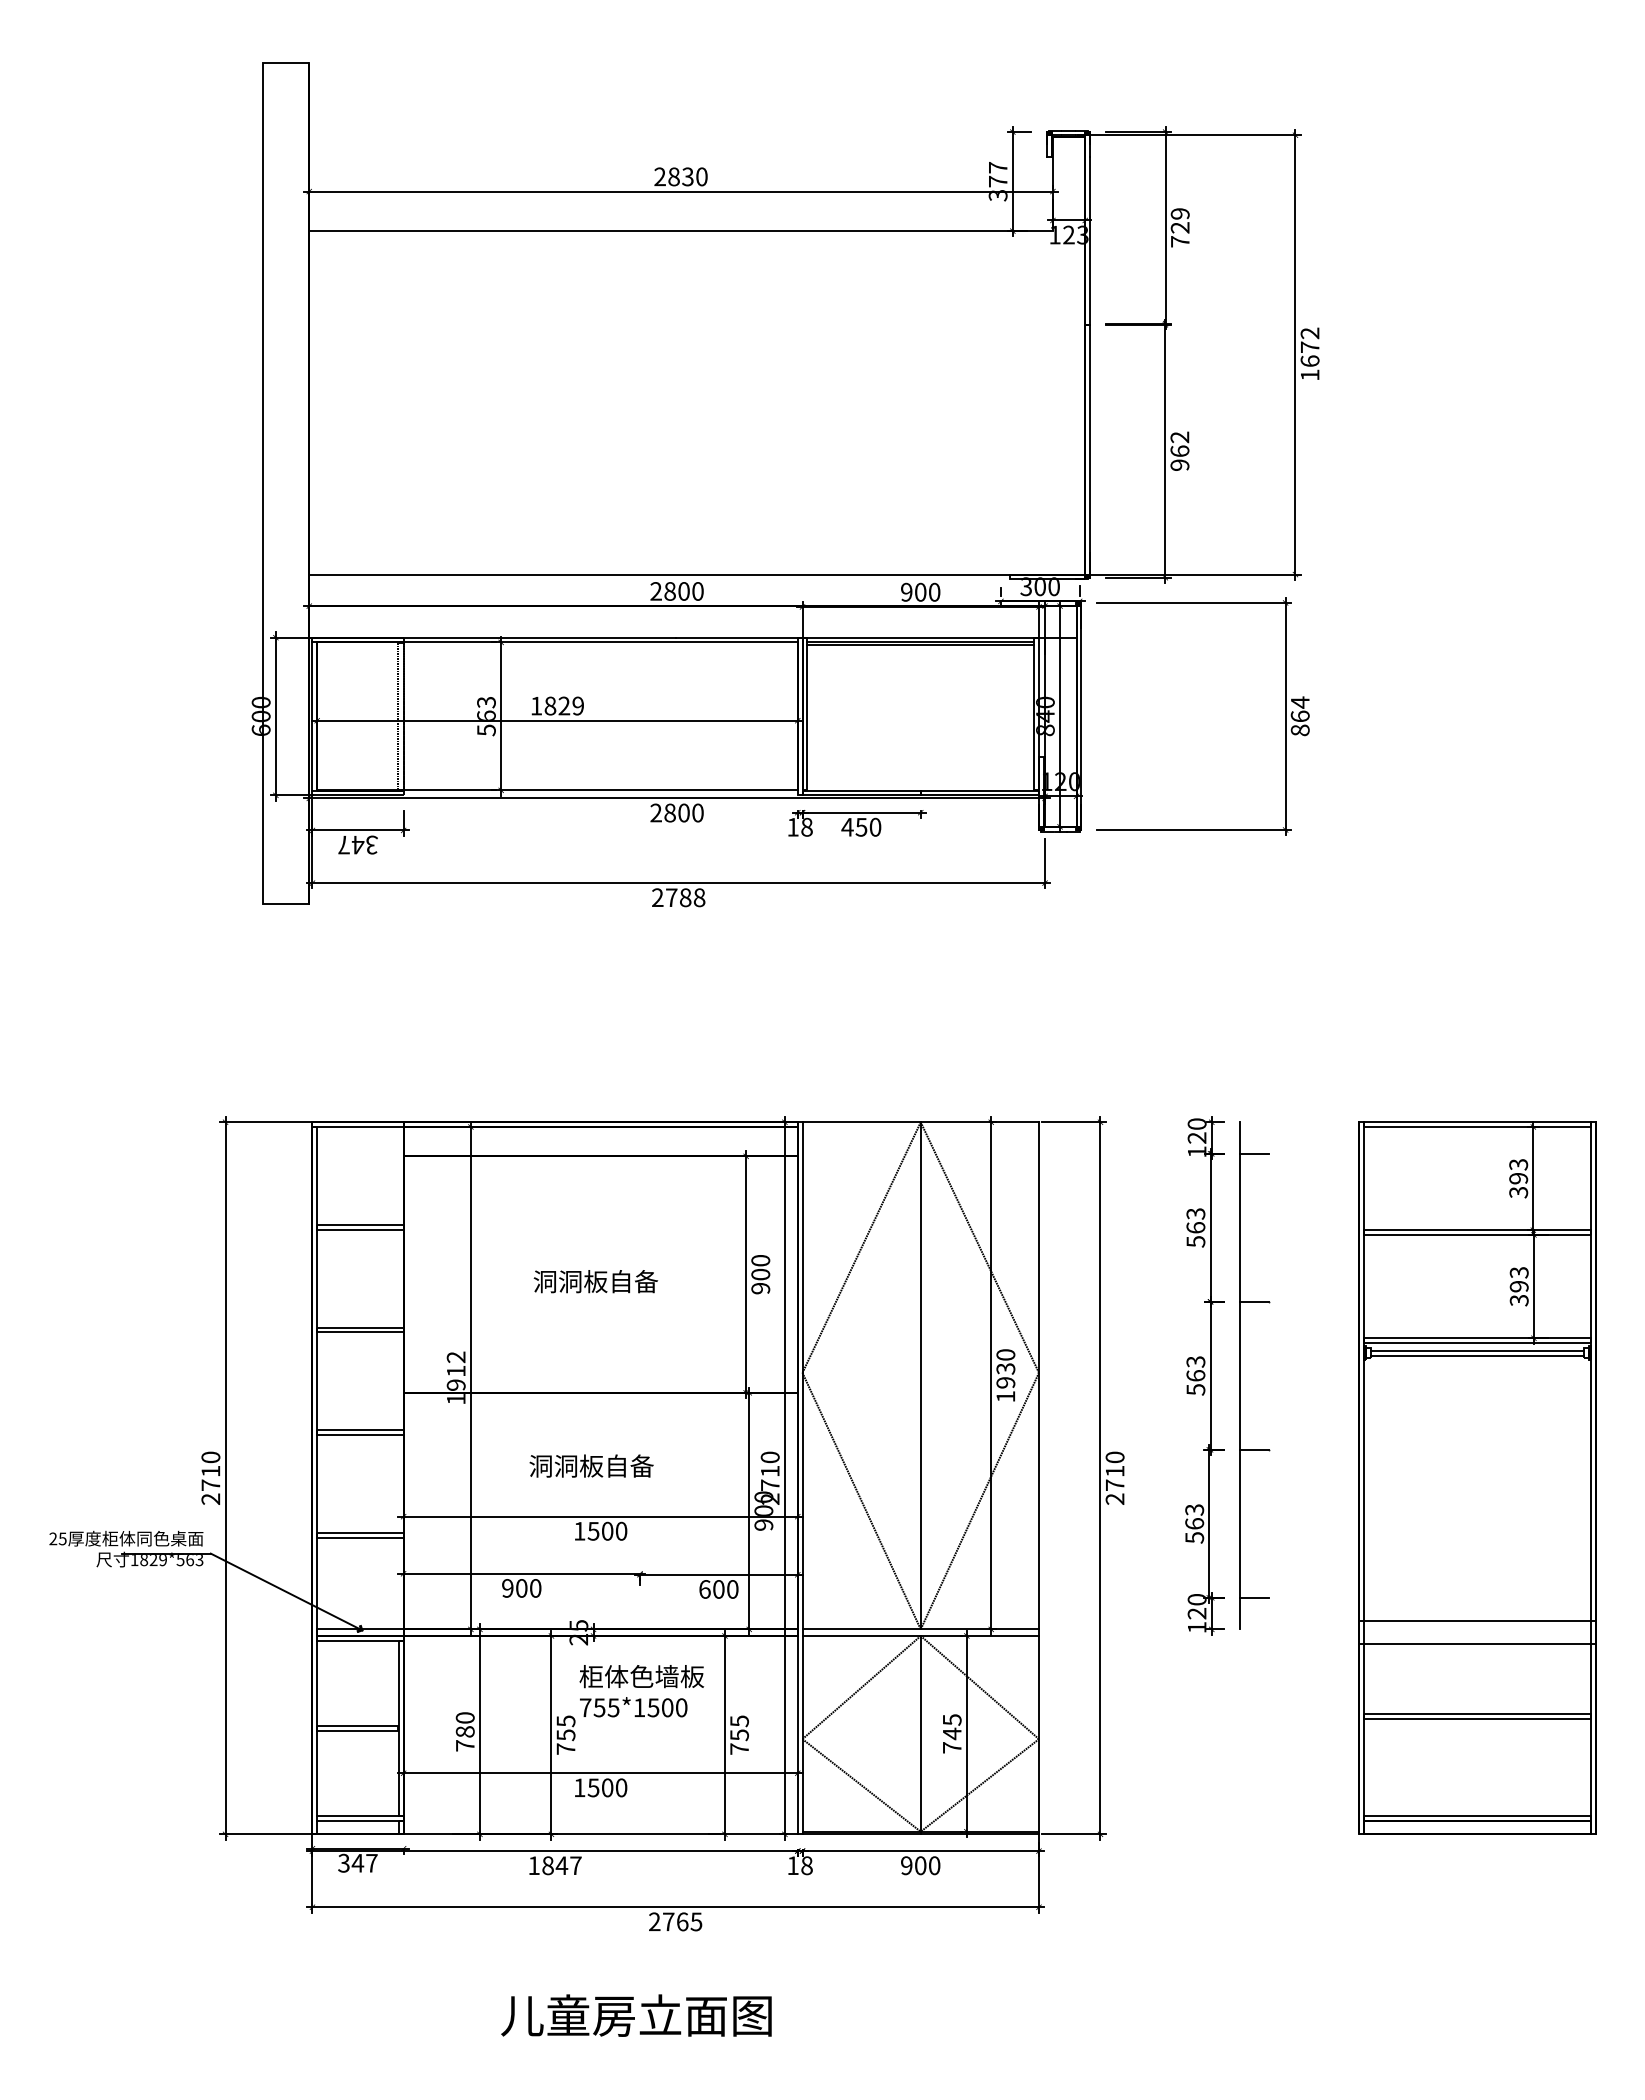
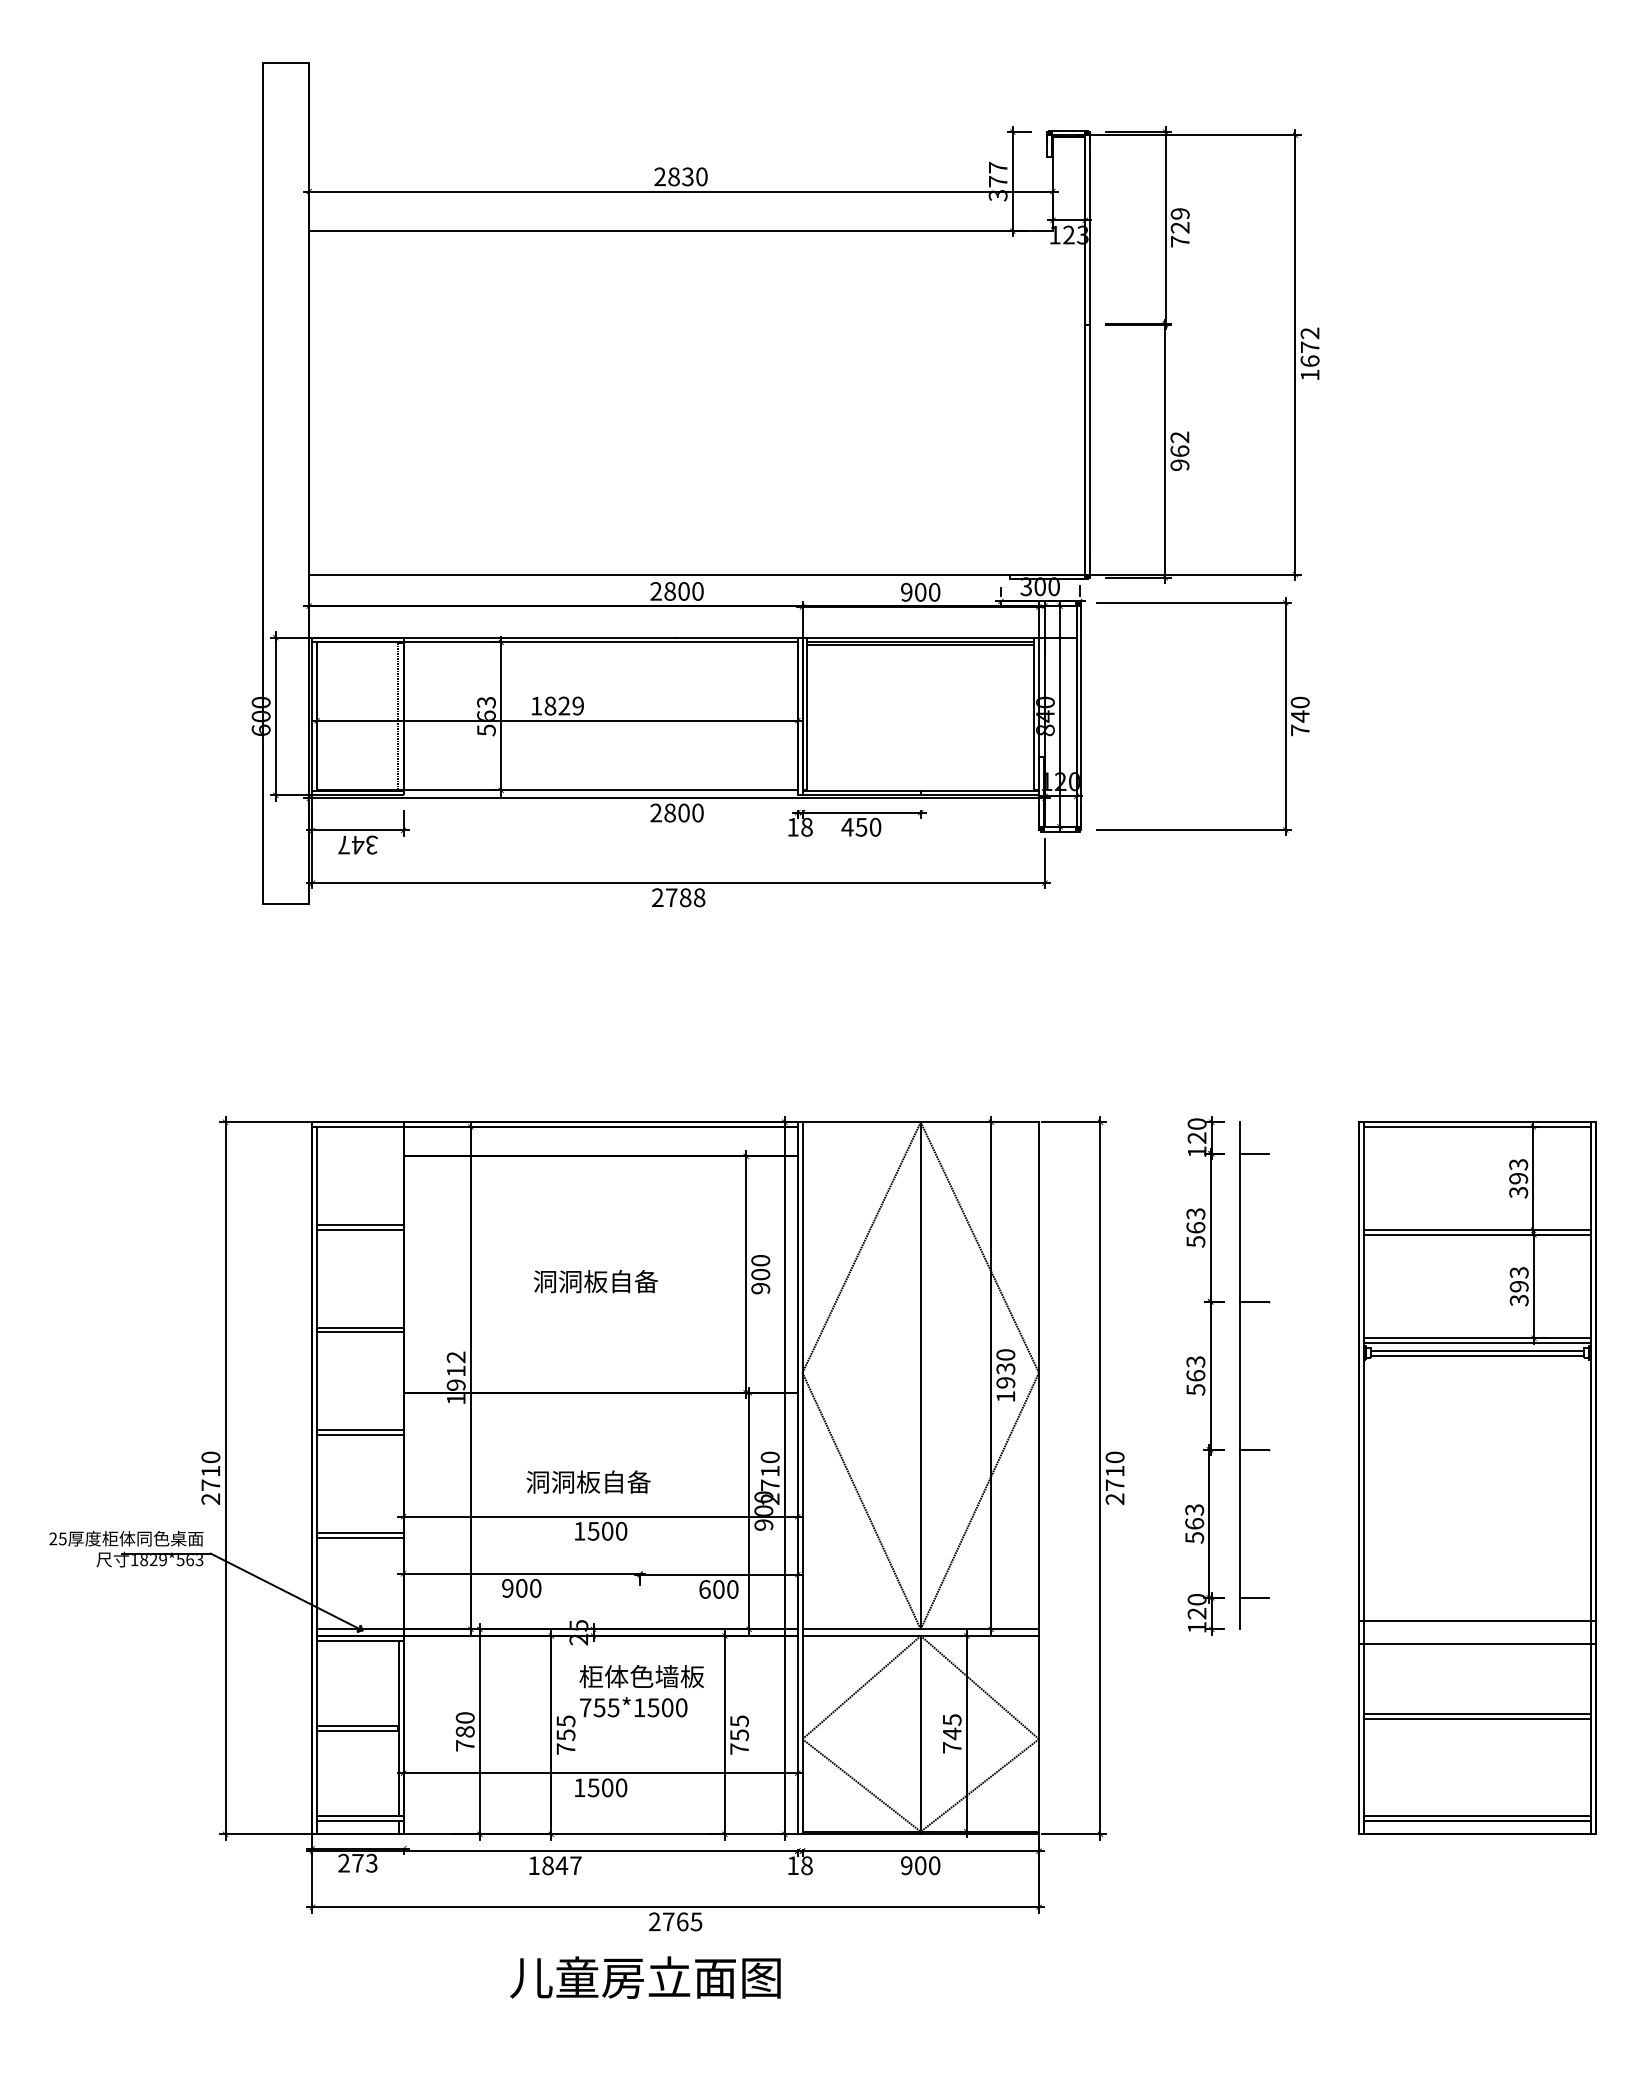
text at (1299, 716): 864 -> 740
text at (591, 1465) position: (591, 1465) -> (588, 1481)
text at (357, 1862): 347 -> 273
text at (636, 2015) position: (636, 2015) -> (645, 1977)
